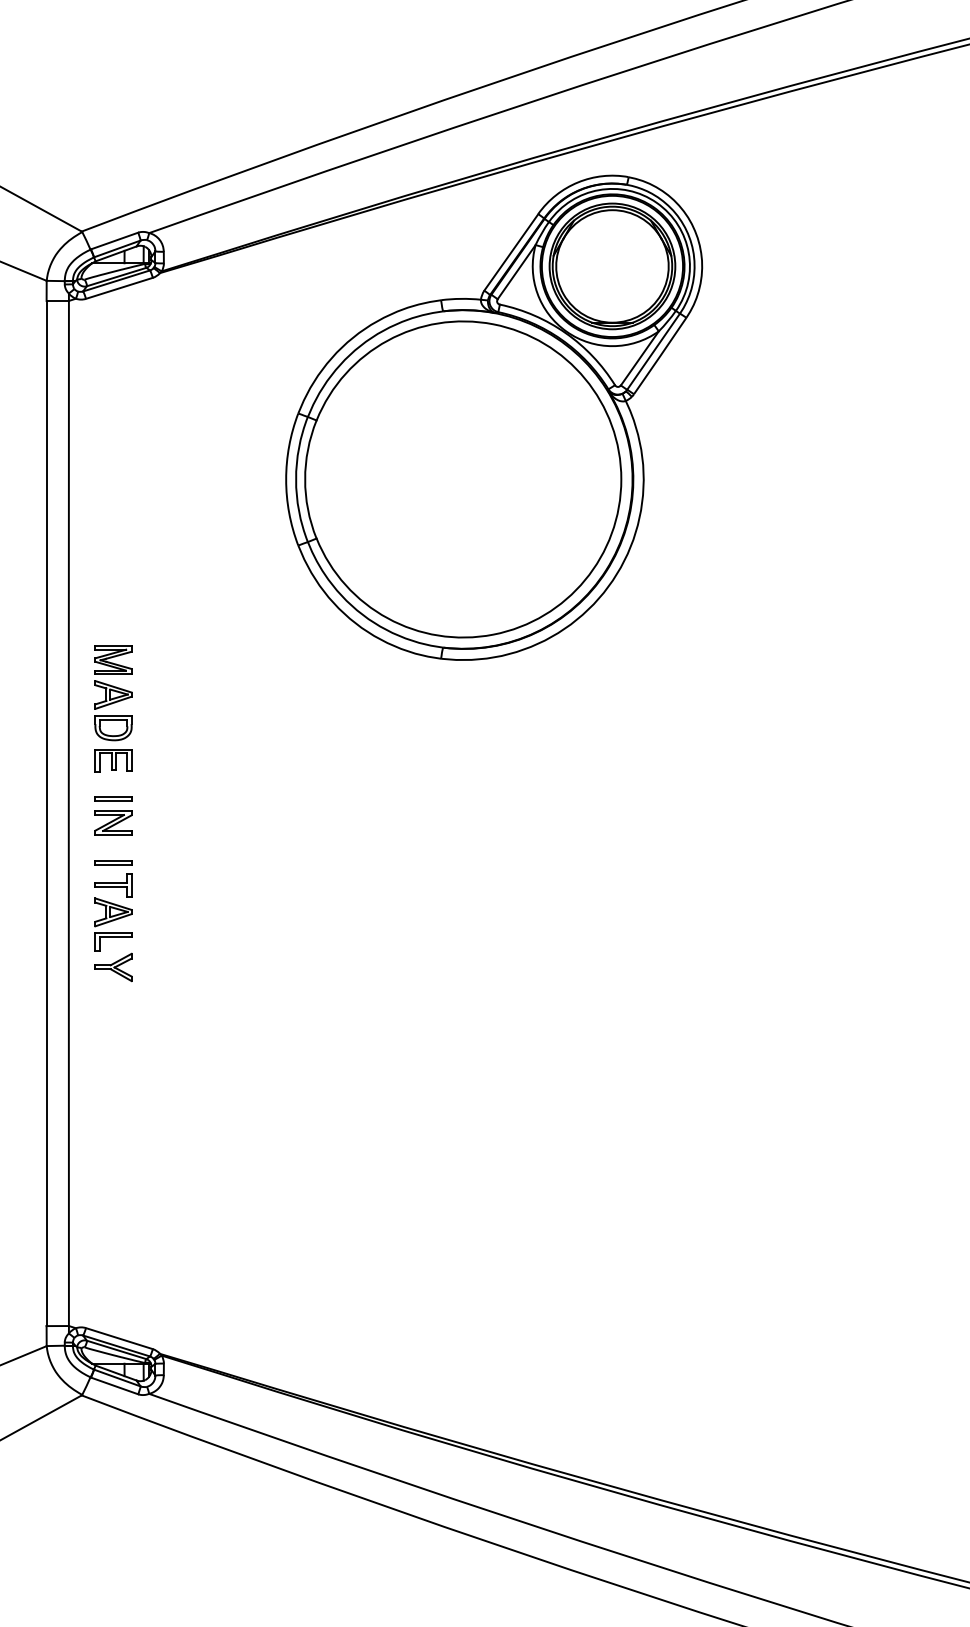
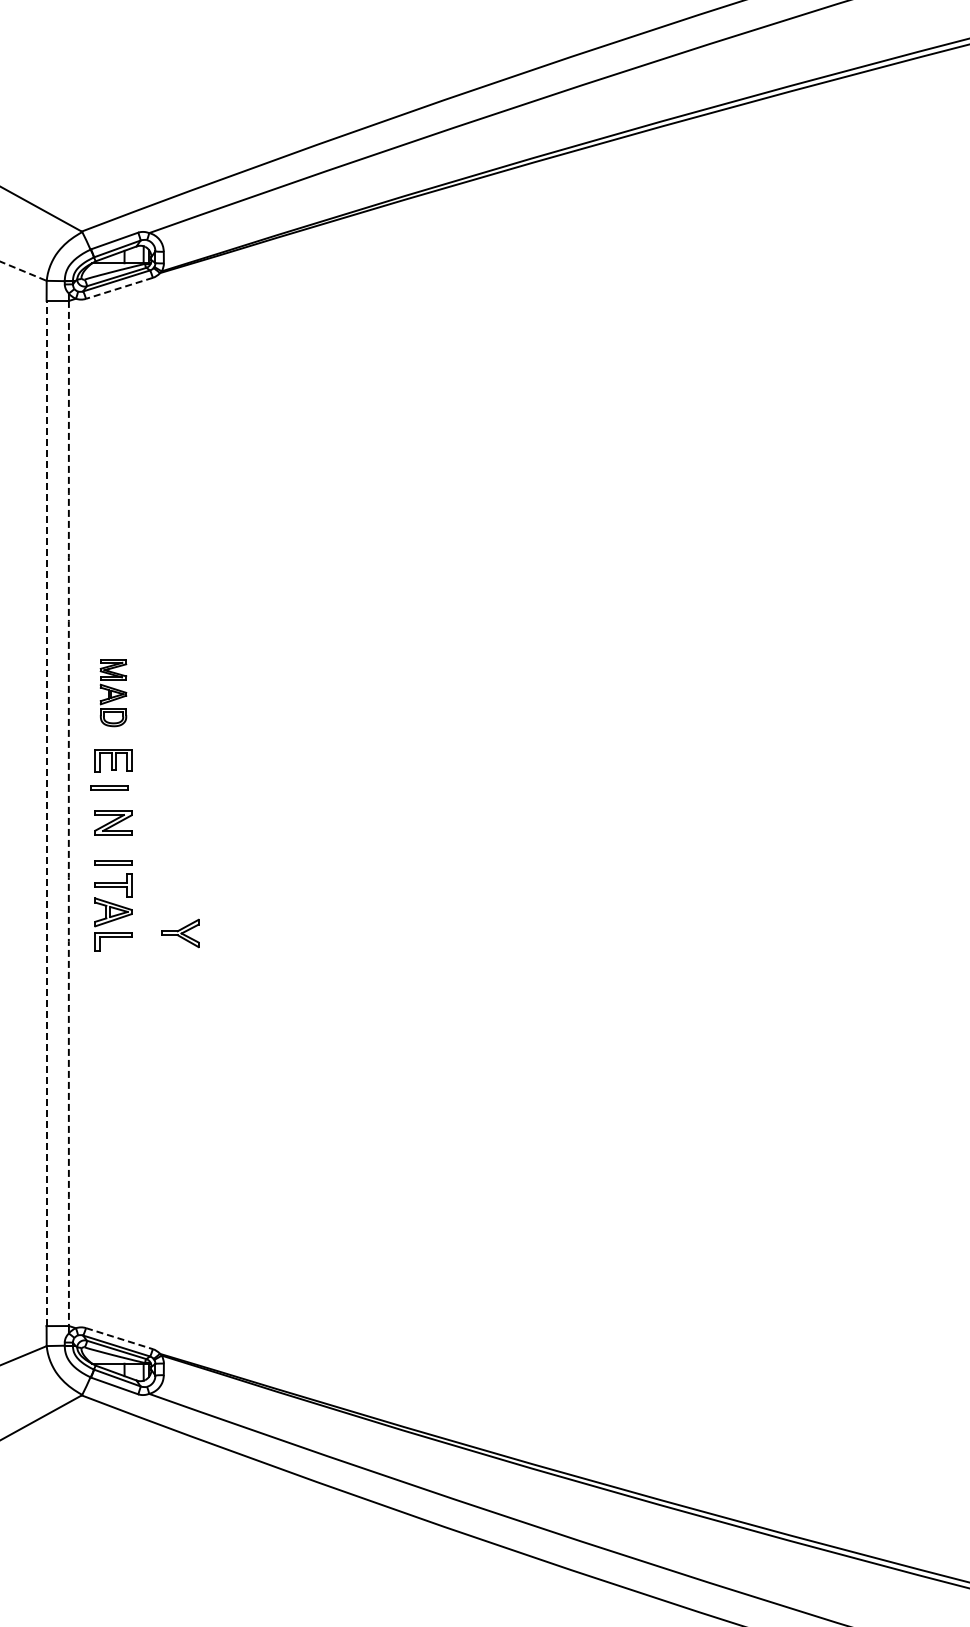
line at (23, 271): solid -> dashed
line at (119, 288): solid -> dashed
part at (494, 417): present -> none
part at (113, 693) size: 39x97 px -> 29x69 px
part at (113, 798) position: (113, 798) -> (109, 787)
line at (46, 813): solid -> dashed
arc at (68, 813): solid -> dashed
part at (113, 967) position: (113, 967) -> (180, 933)
line at (119, 1338): solid -> dashed
